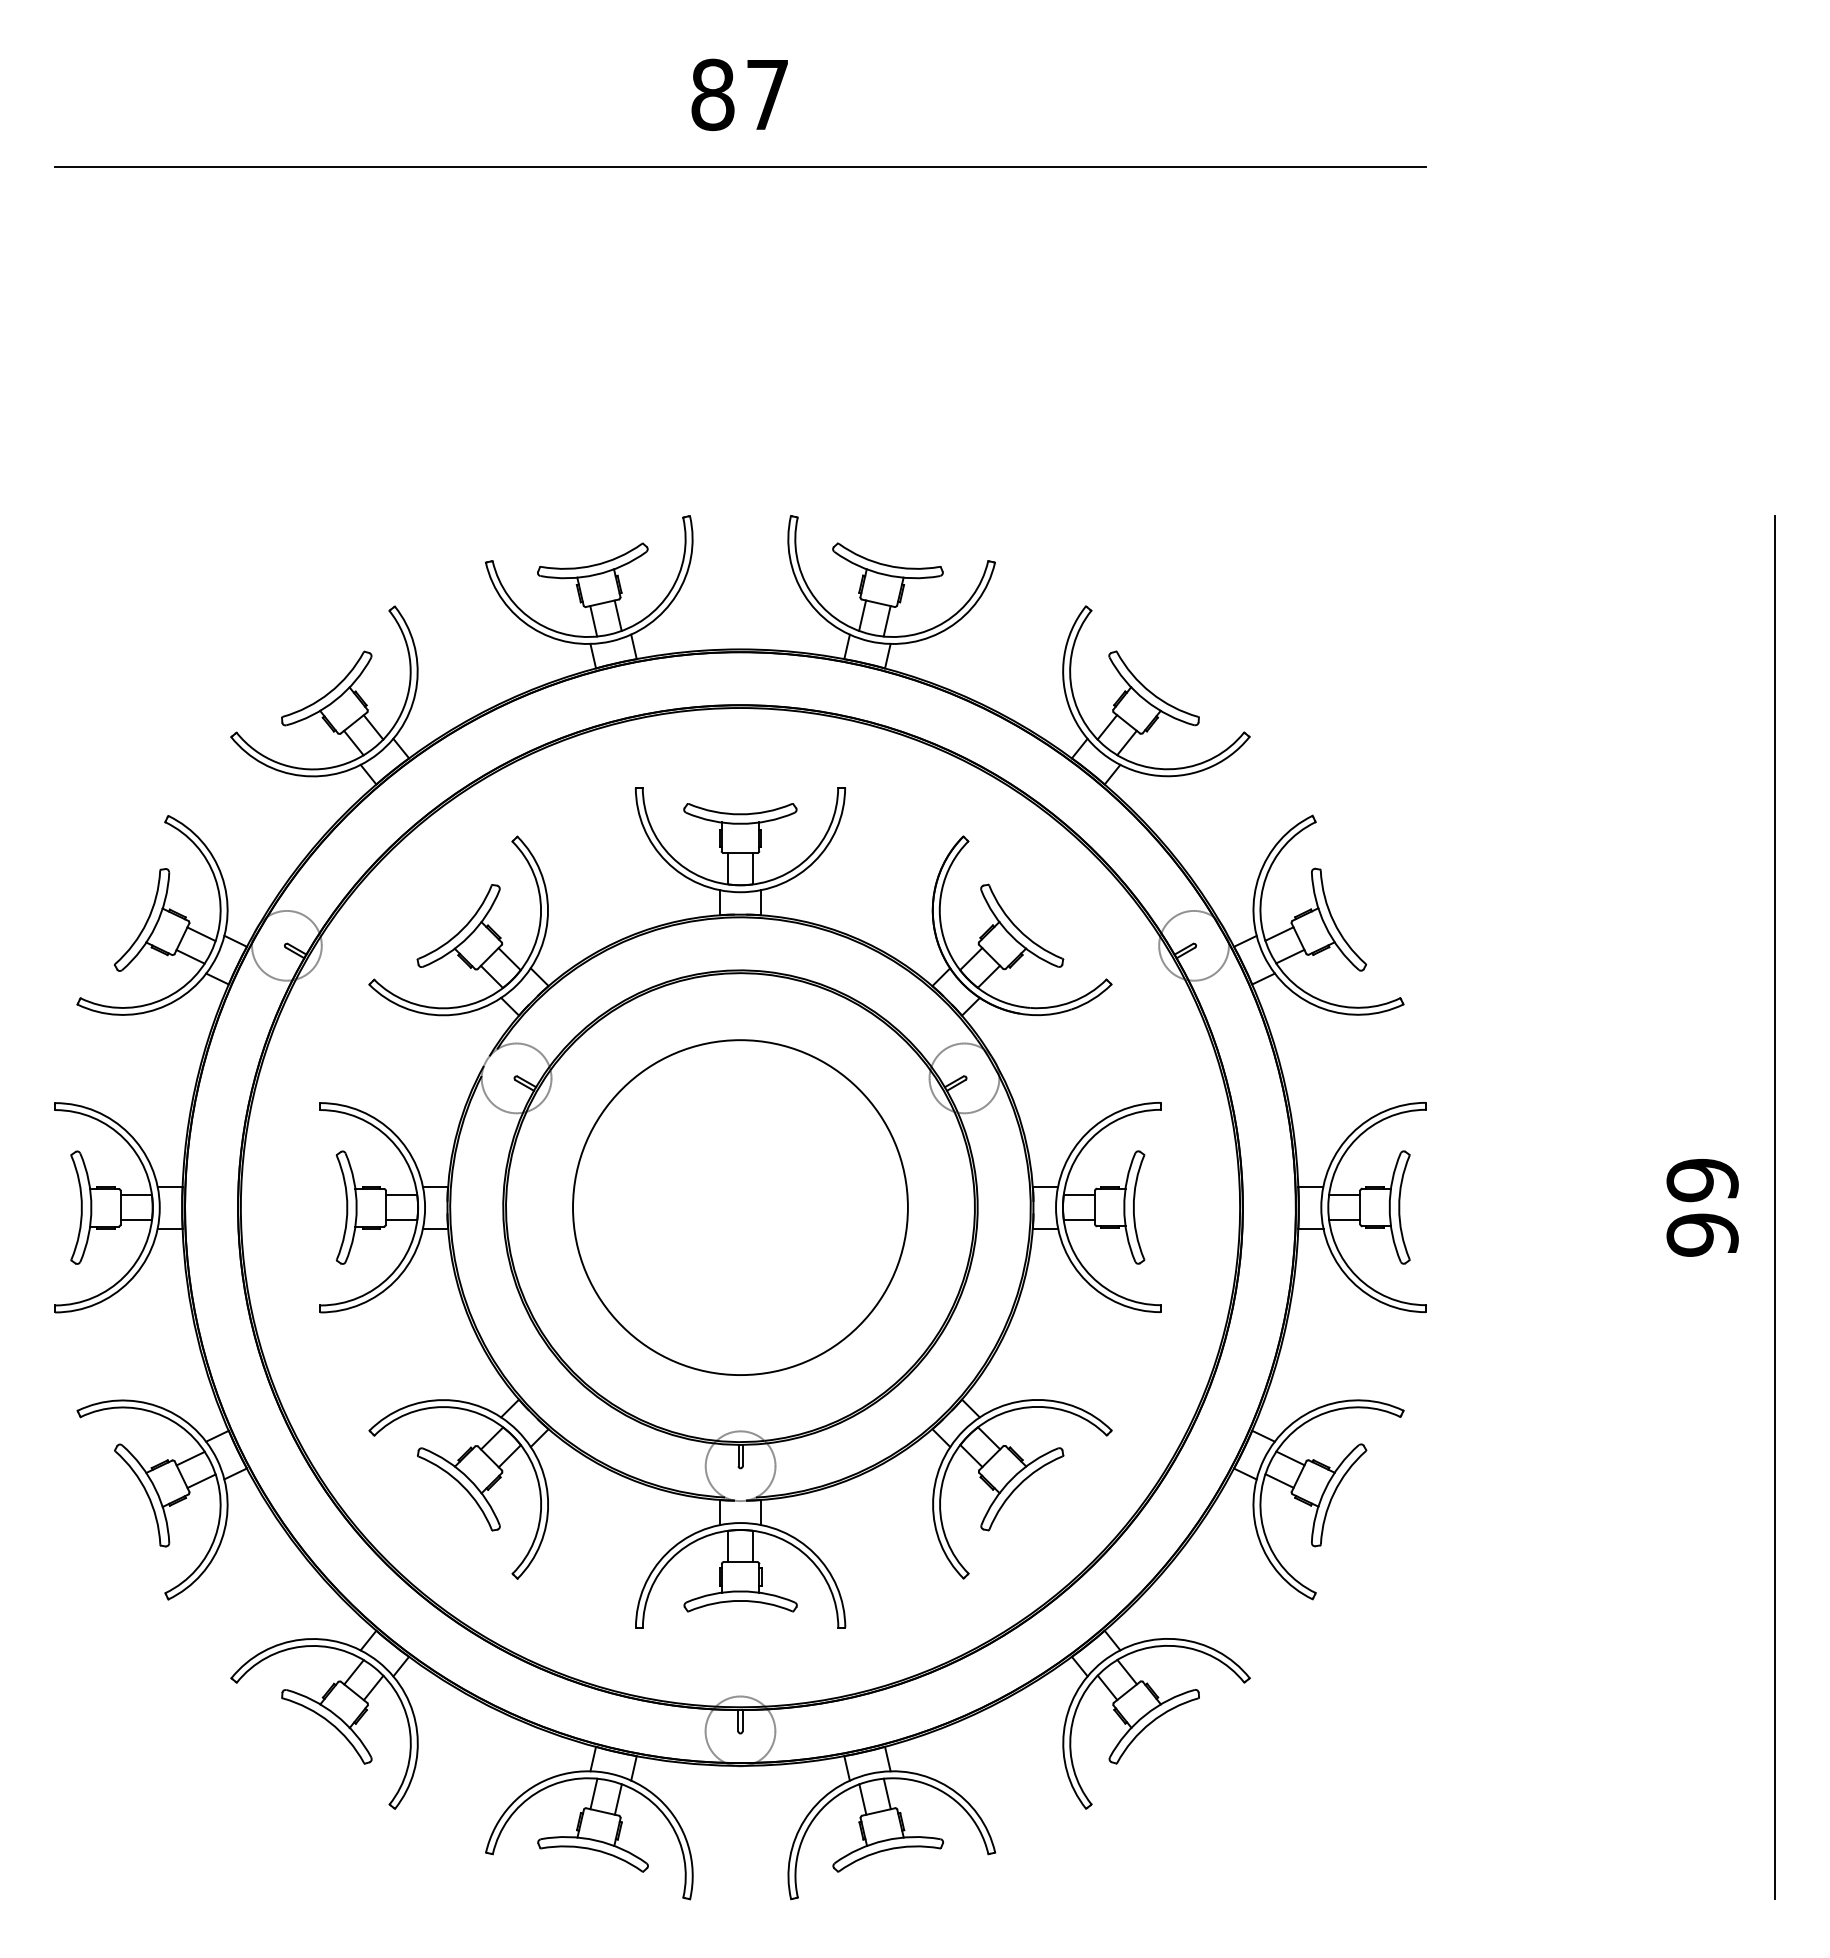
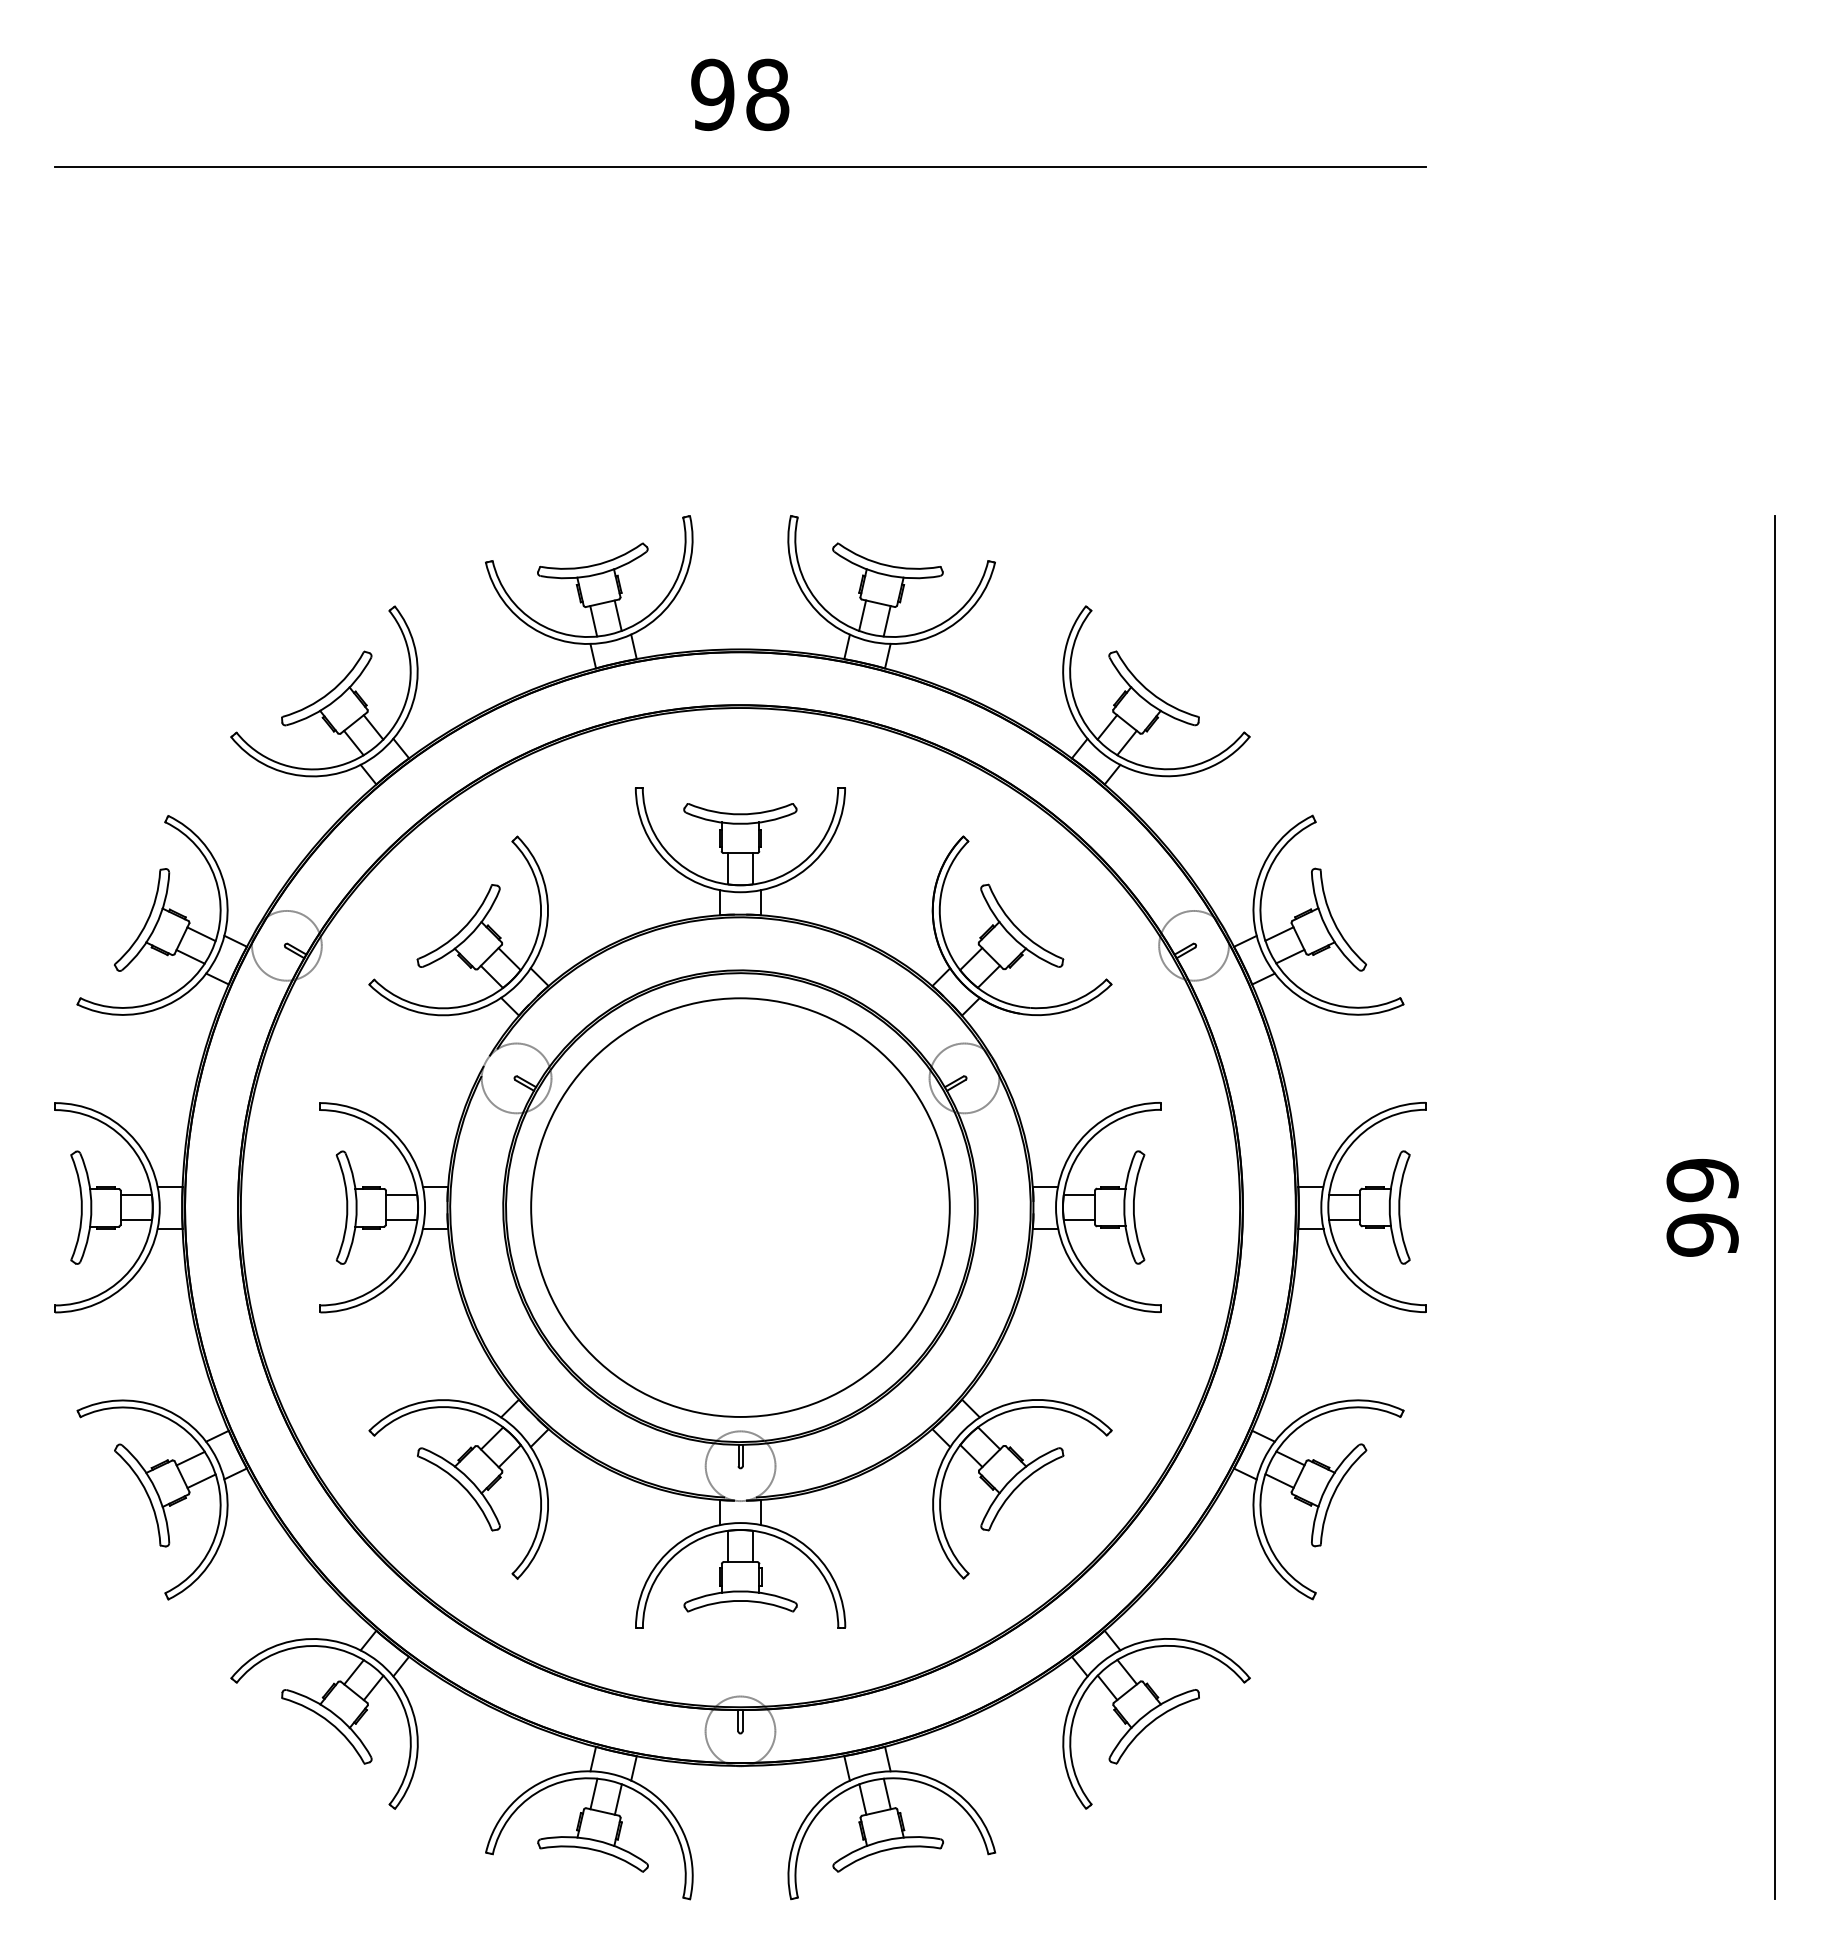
text at (740, 94): 87 -> 98
circle at (740, 1207) diameter: 335 px -> 419 px
